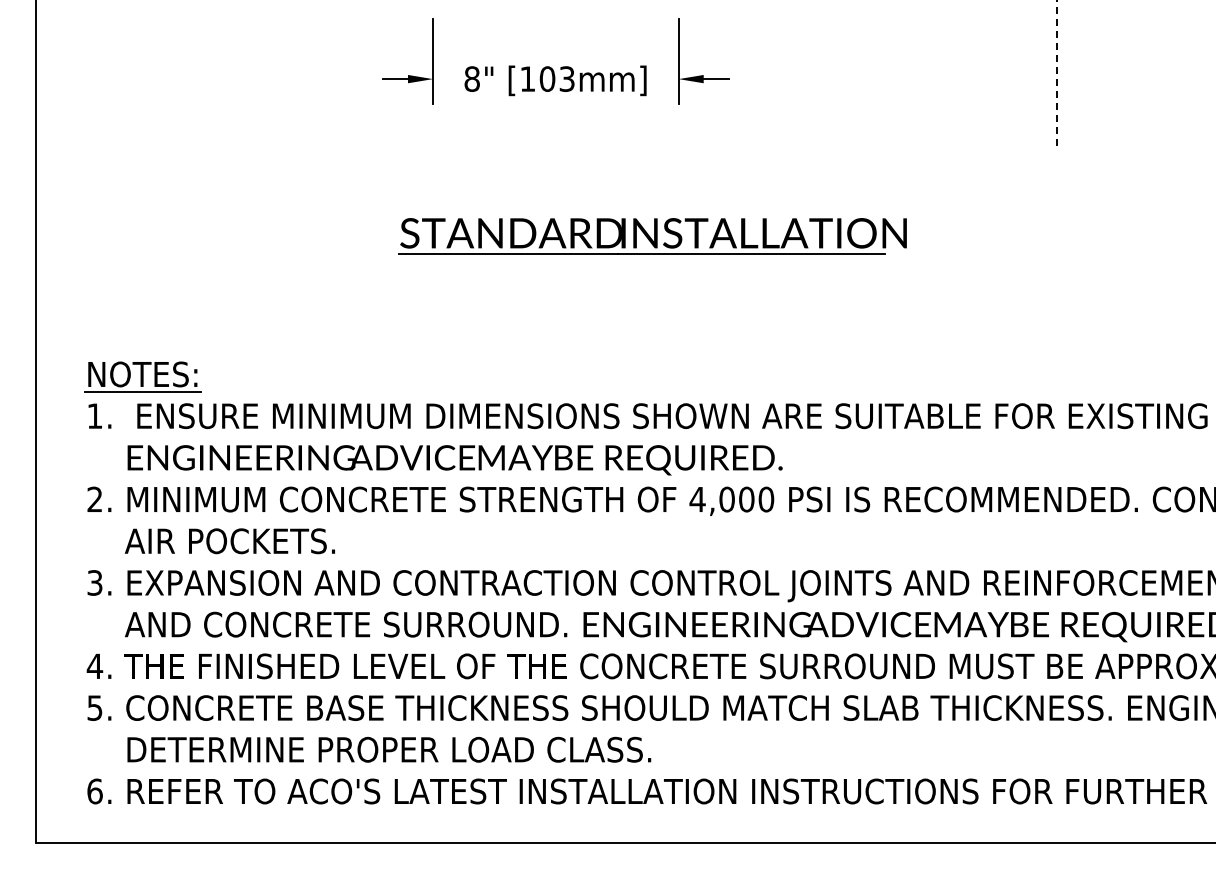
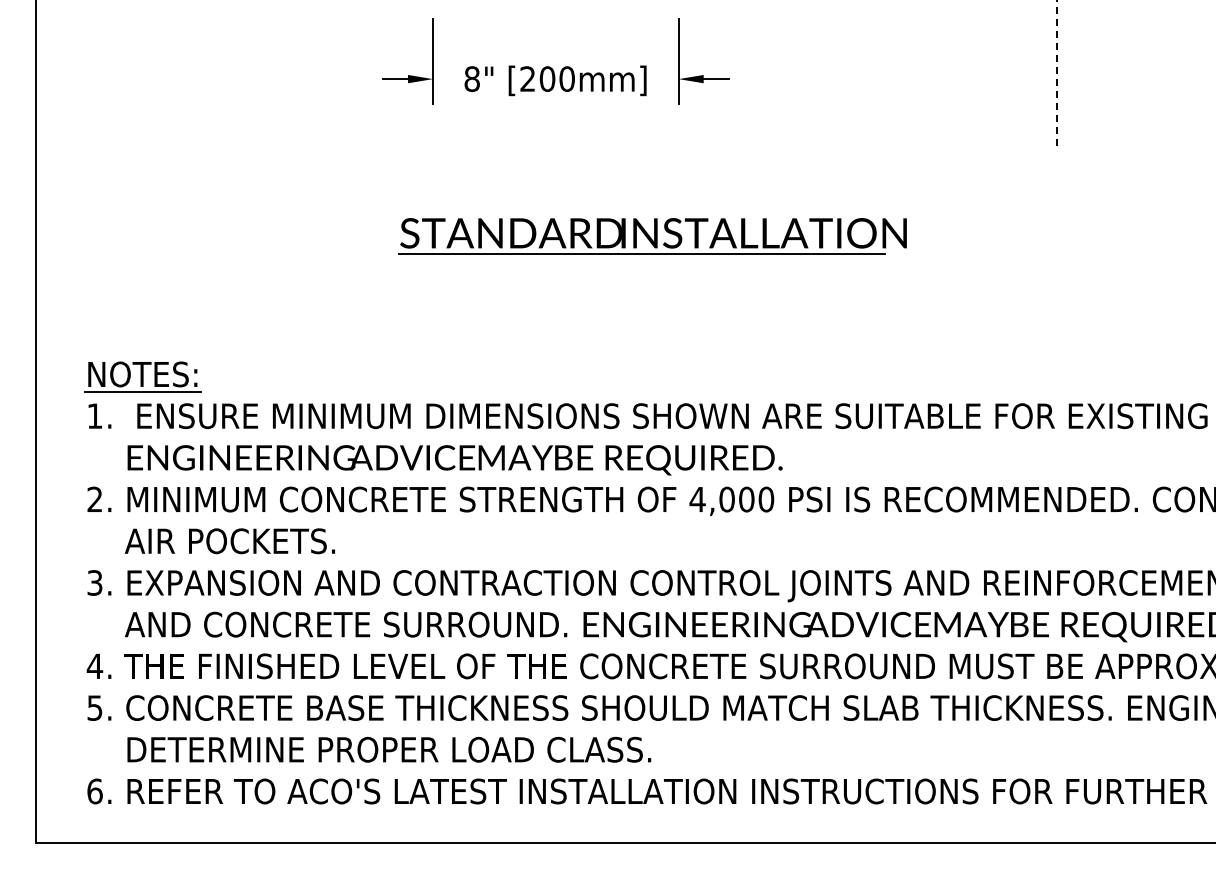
text at (547, 78): [103mm] -> [200mm]
